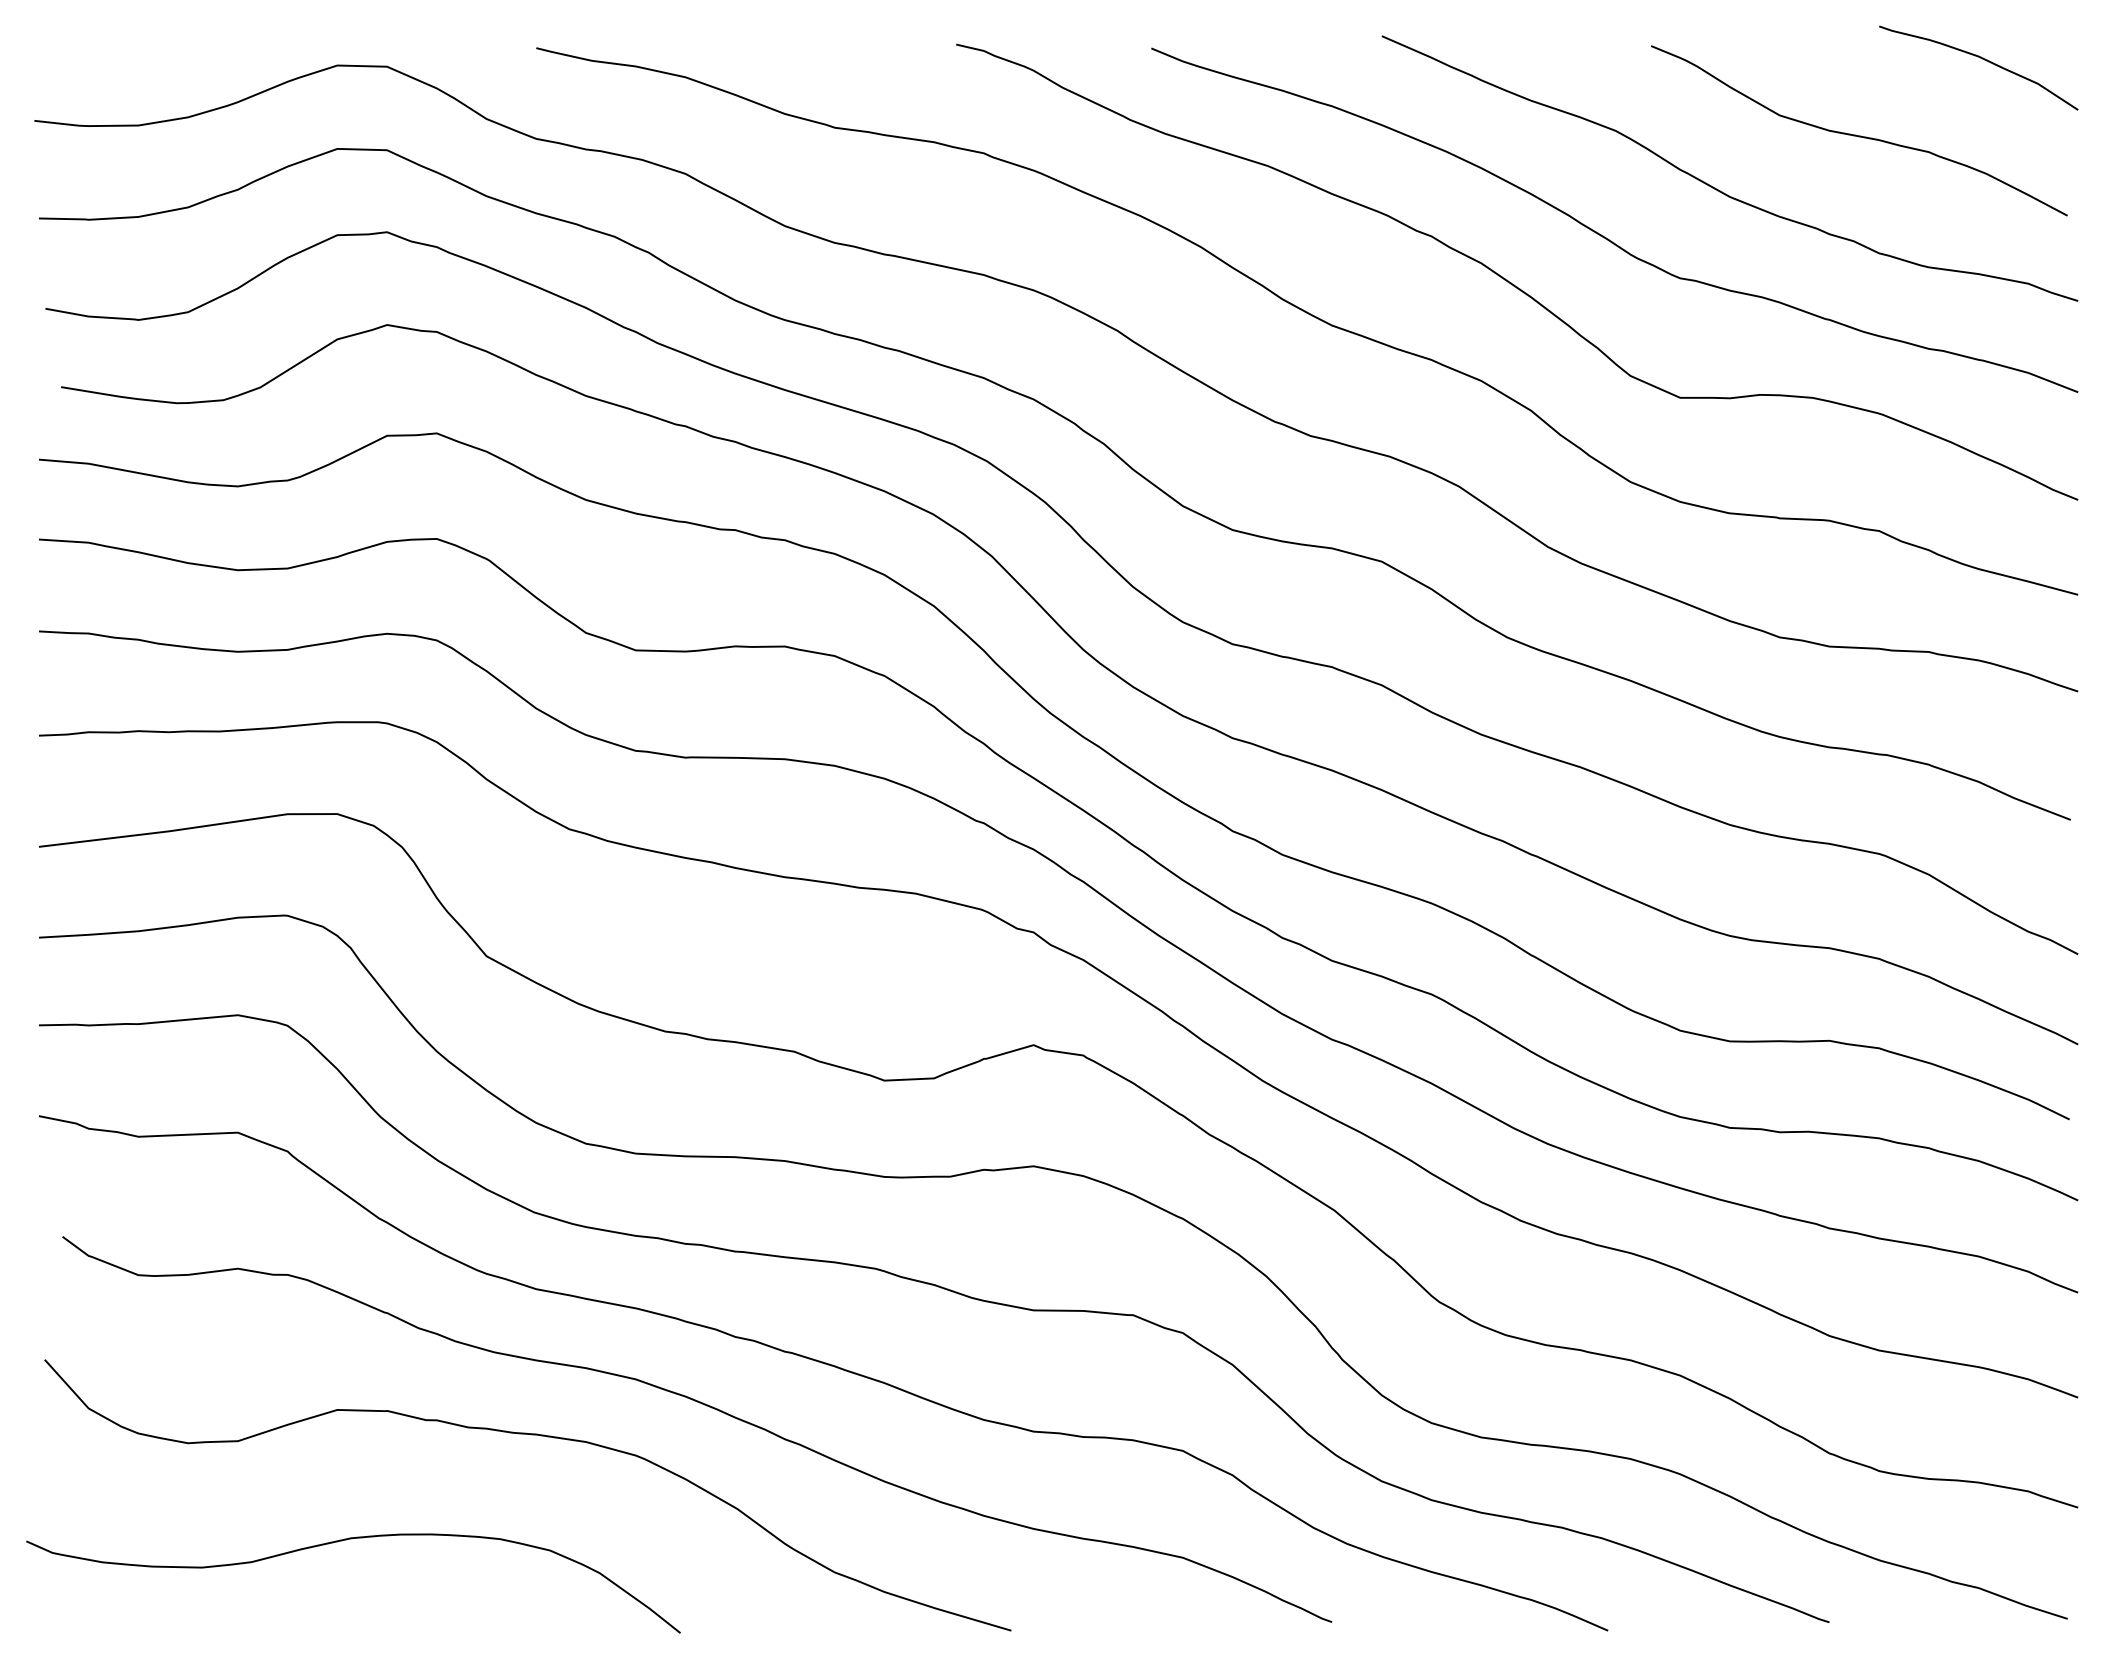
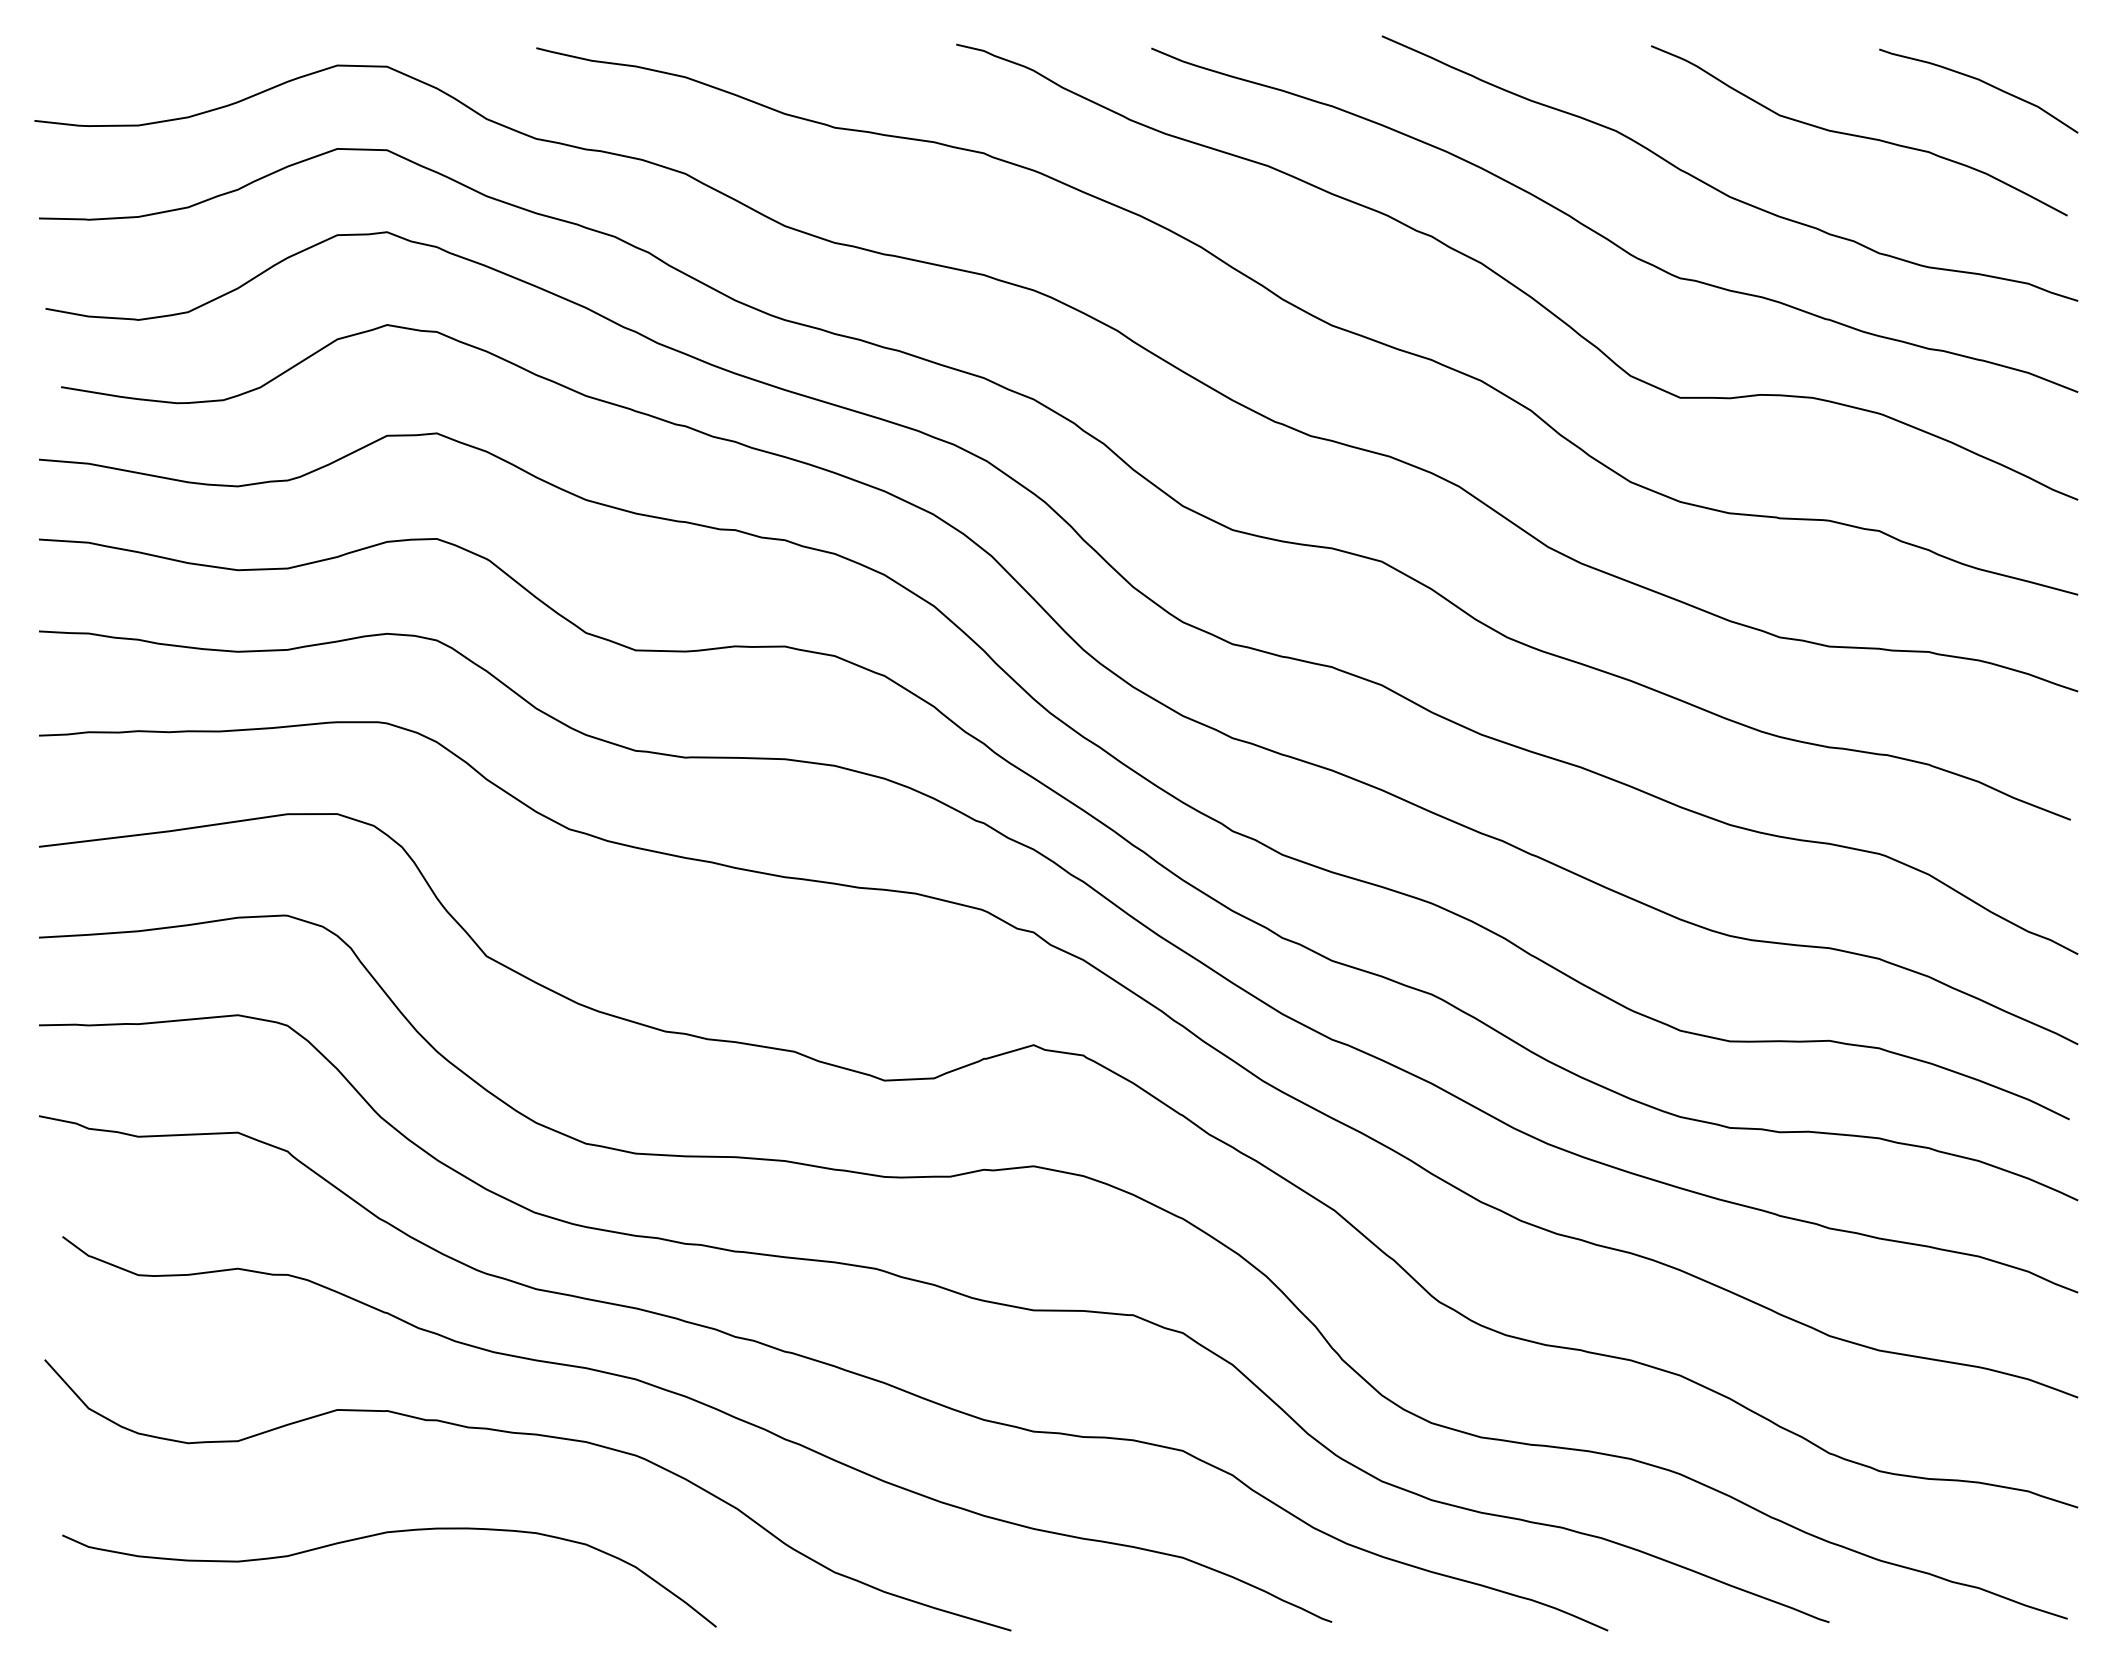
curve at (1982, 59) position: (1982, 59) -> (1982, 82)
curve at (342, 1541) position: (342, 1541) -> (378, 1535)
